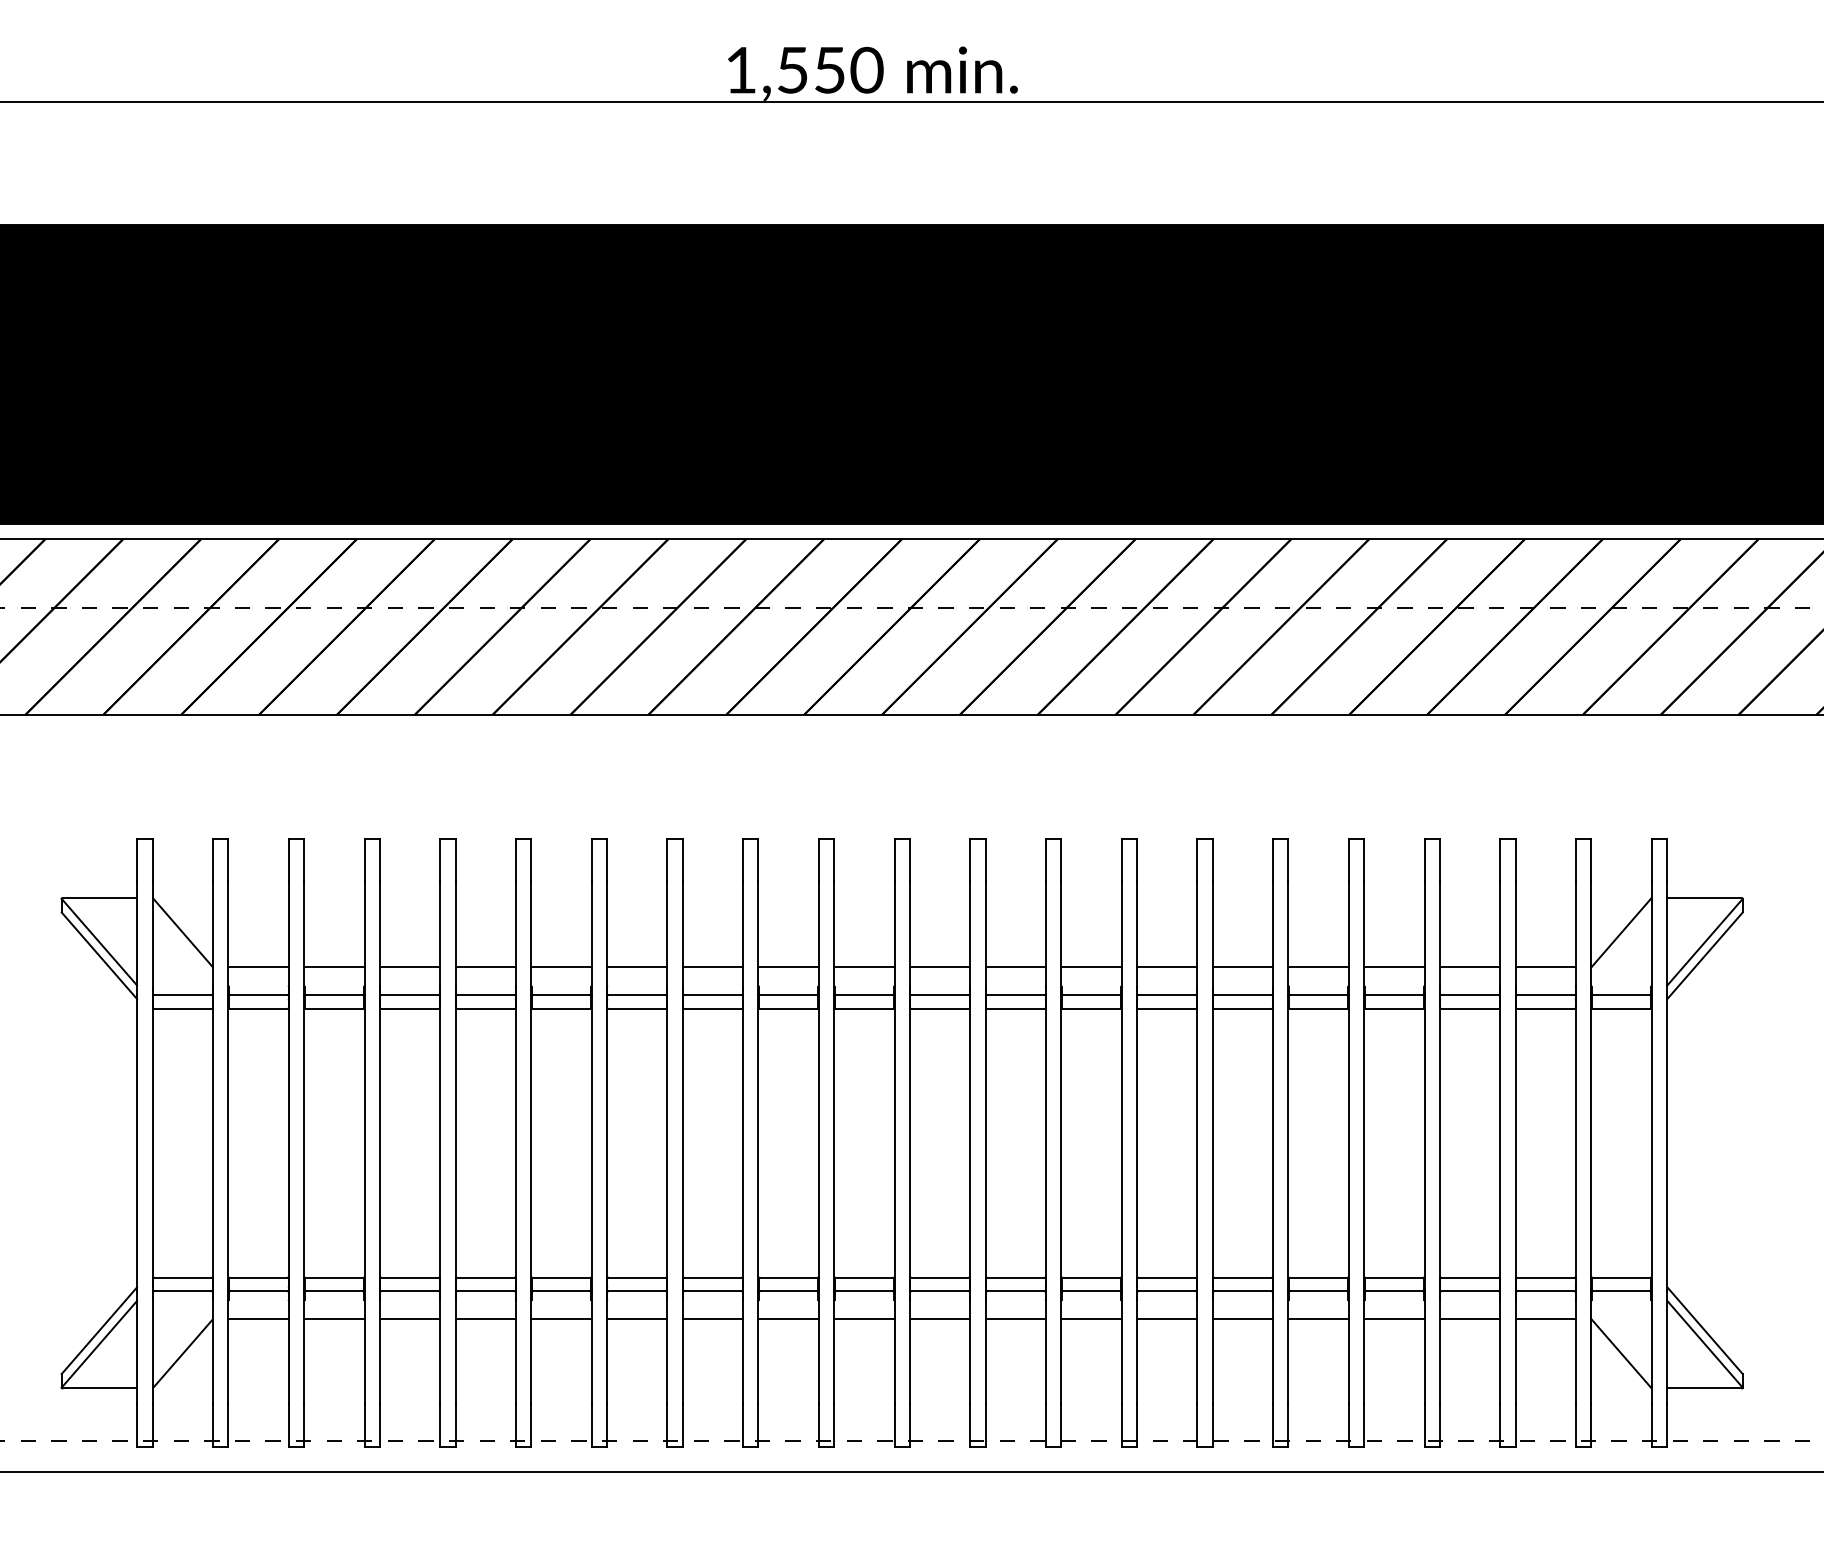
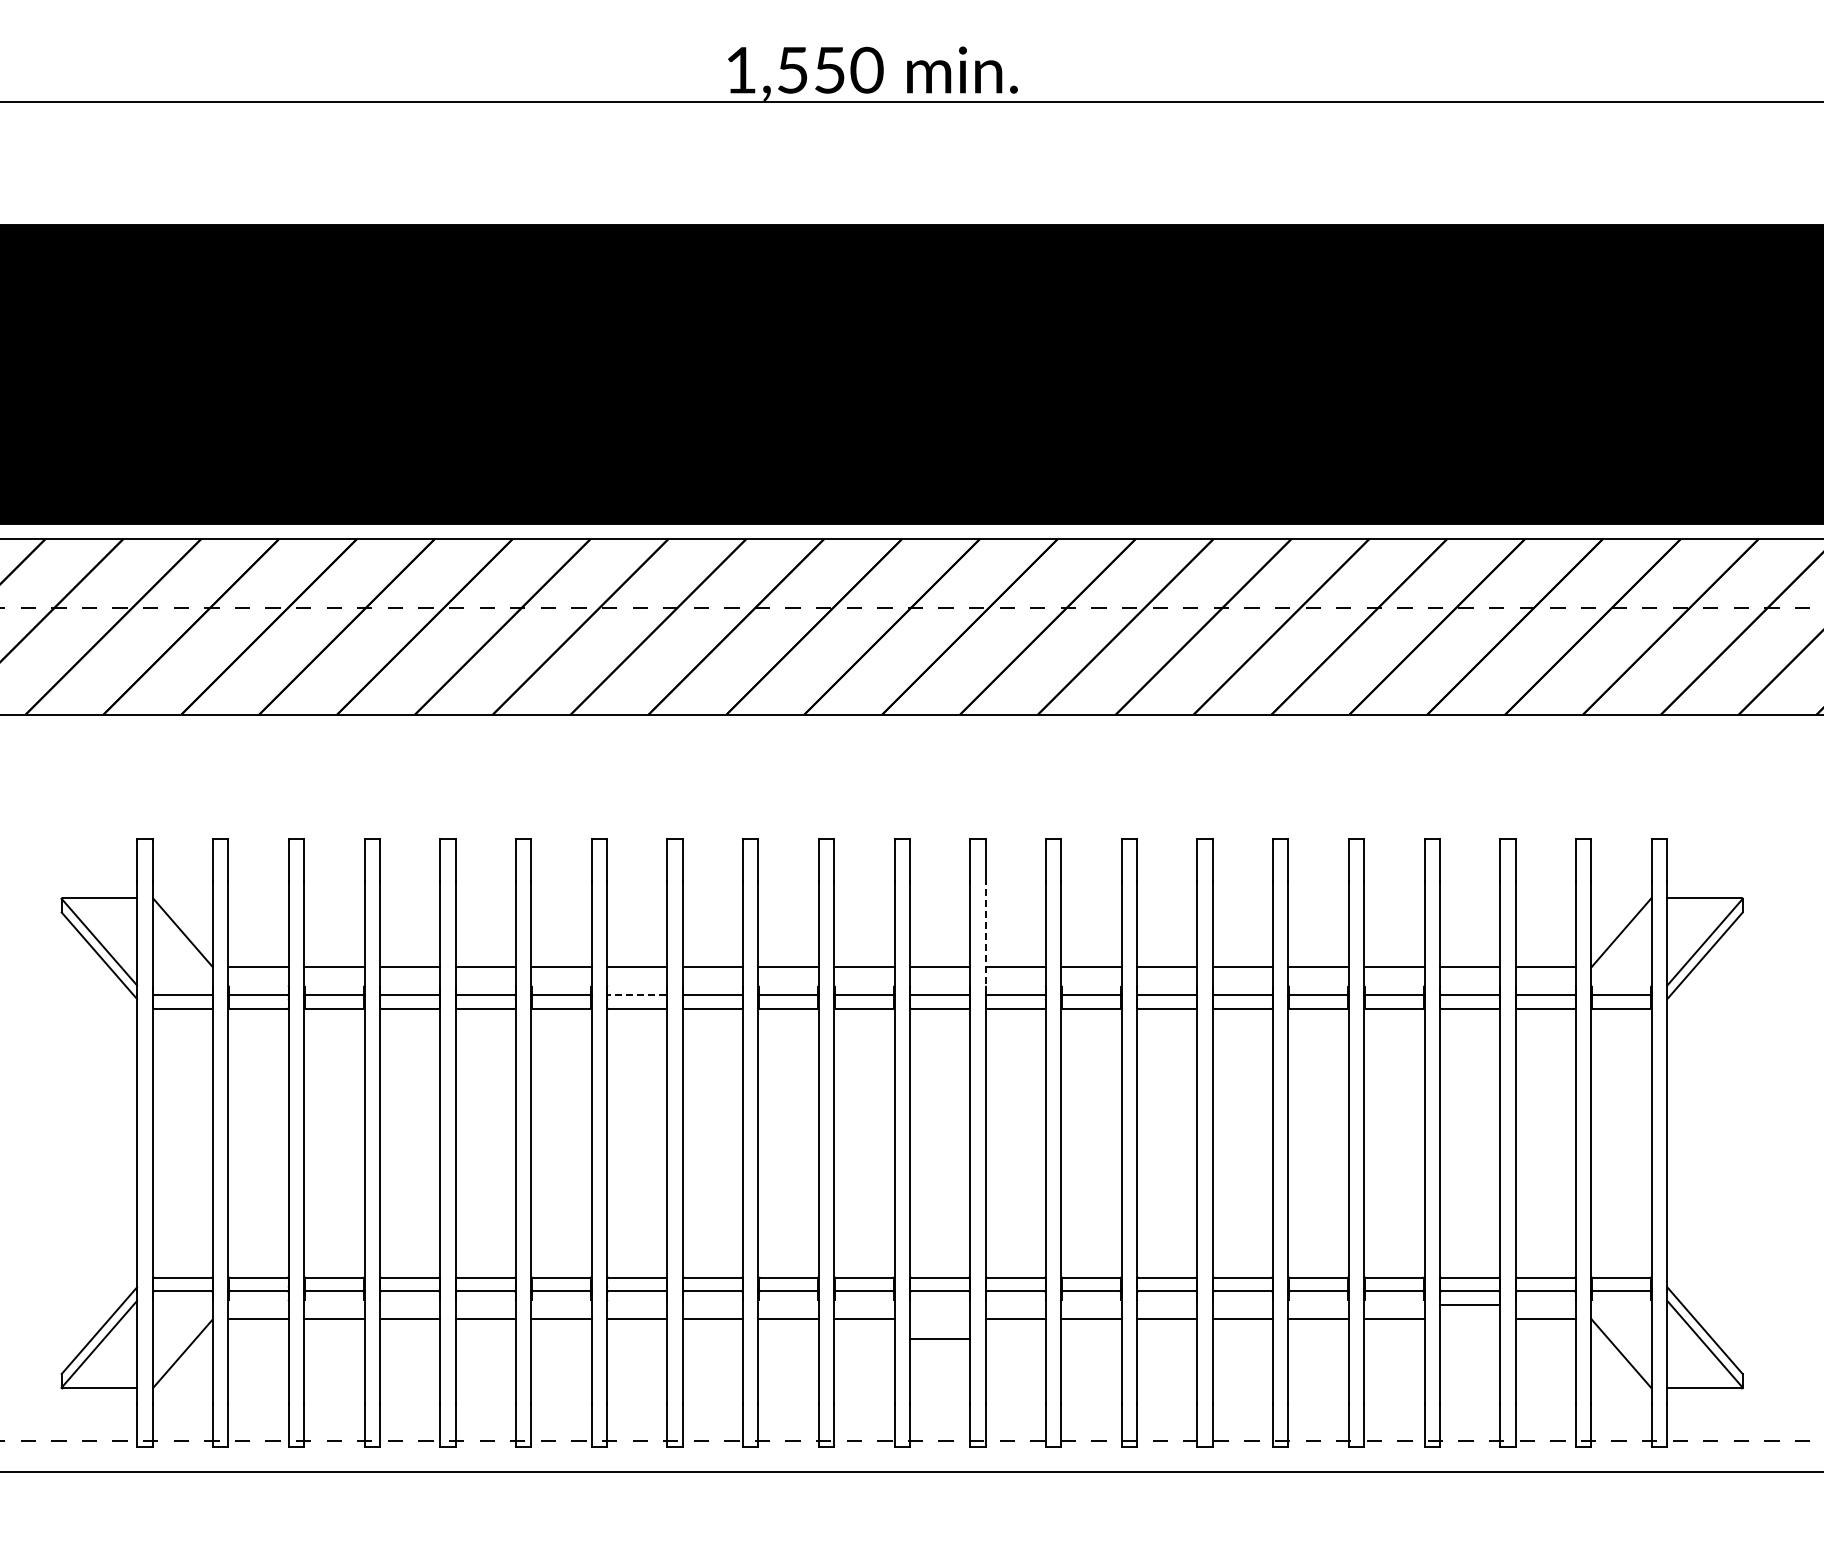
line at (985, 939): solid -> dashed
line at (636, 995): solid -> dashed
line at (939, 1319) position: (939, 1319) -> (939, 1339)
line at (1469, 1319) position: (1469, 1319) -> (1469, 1305)
